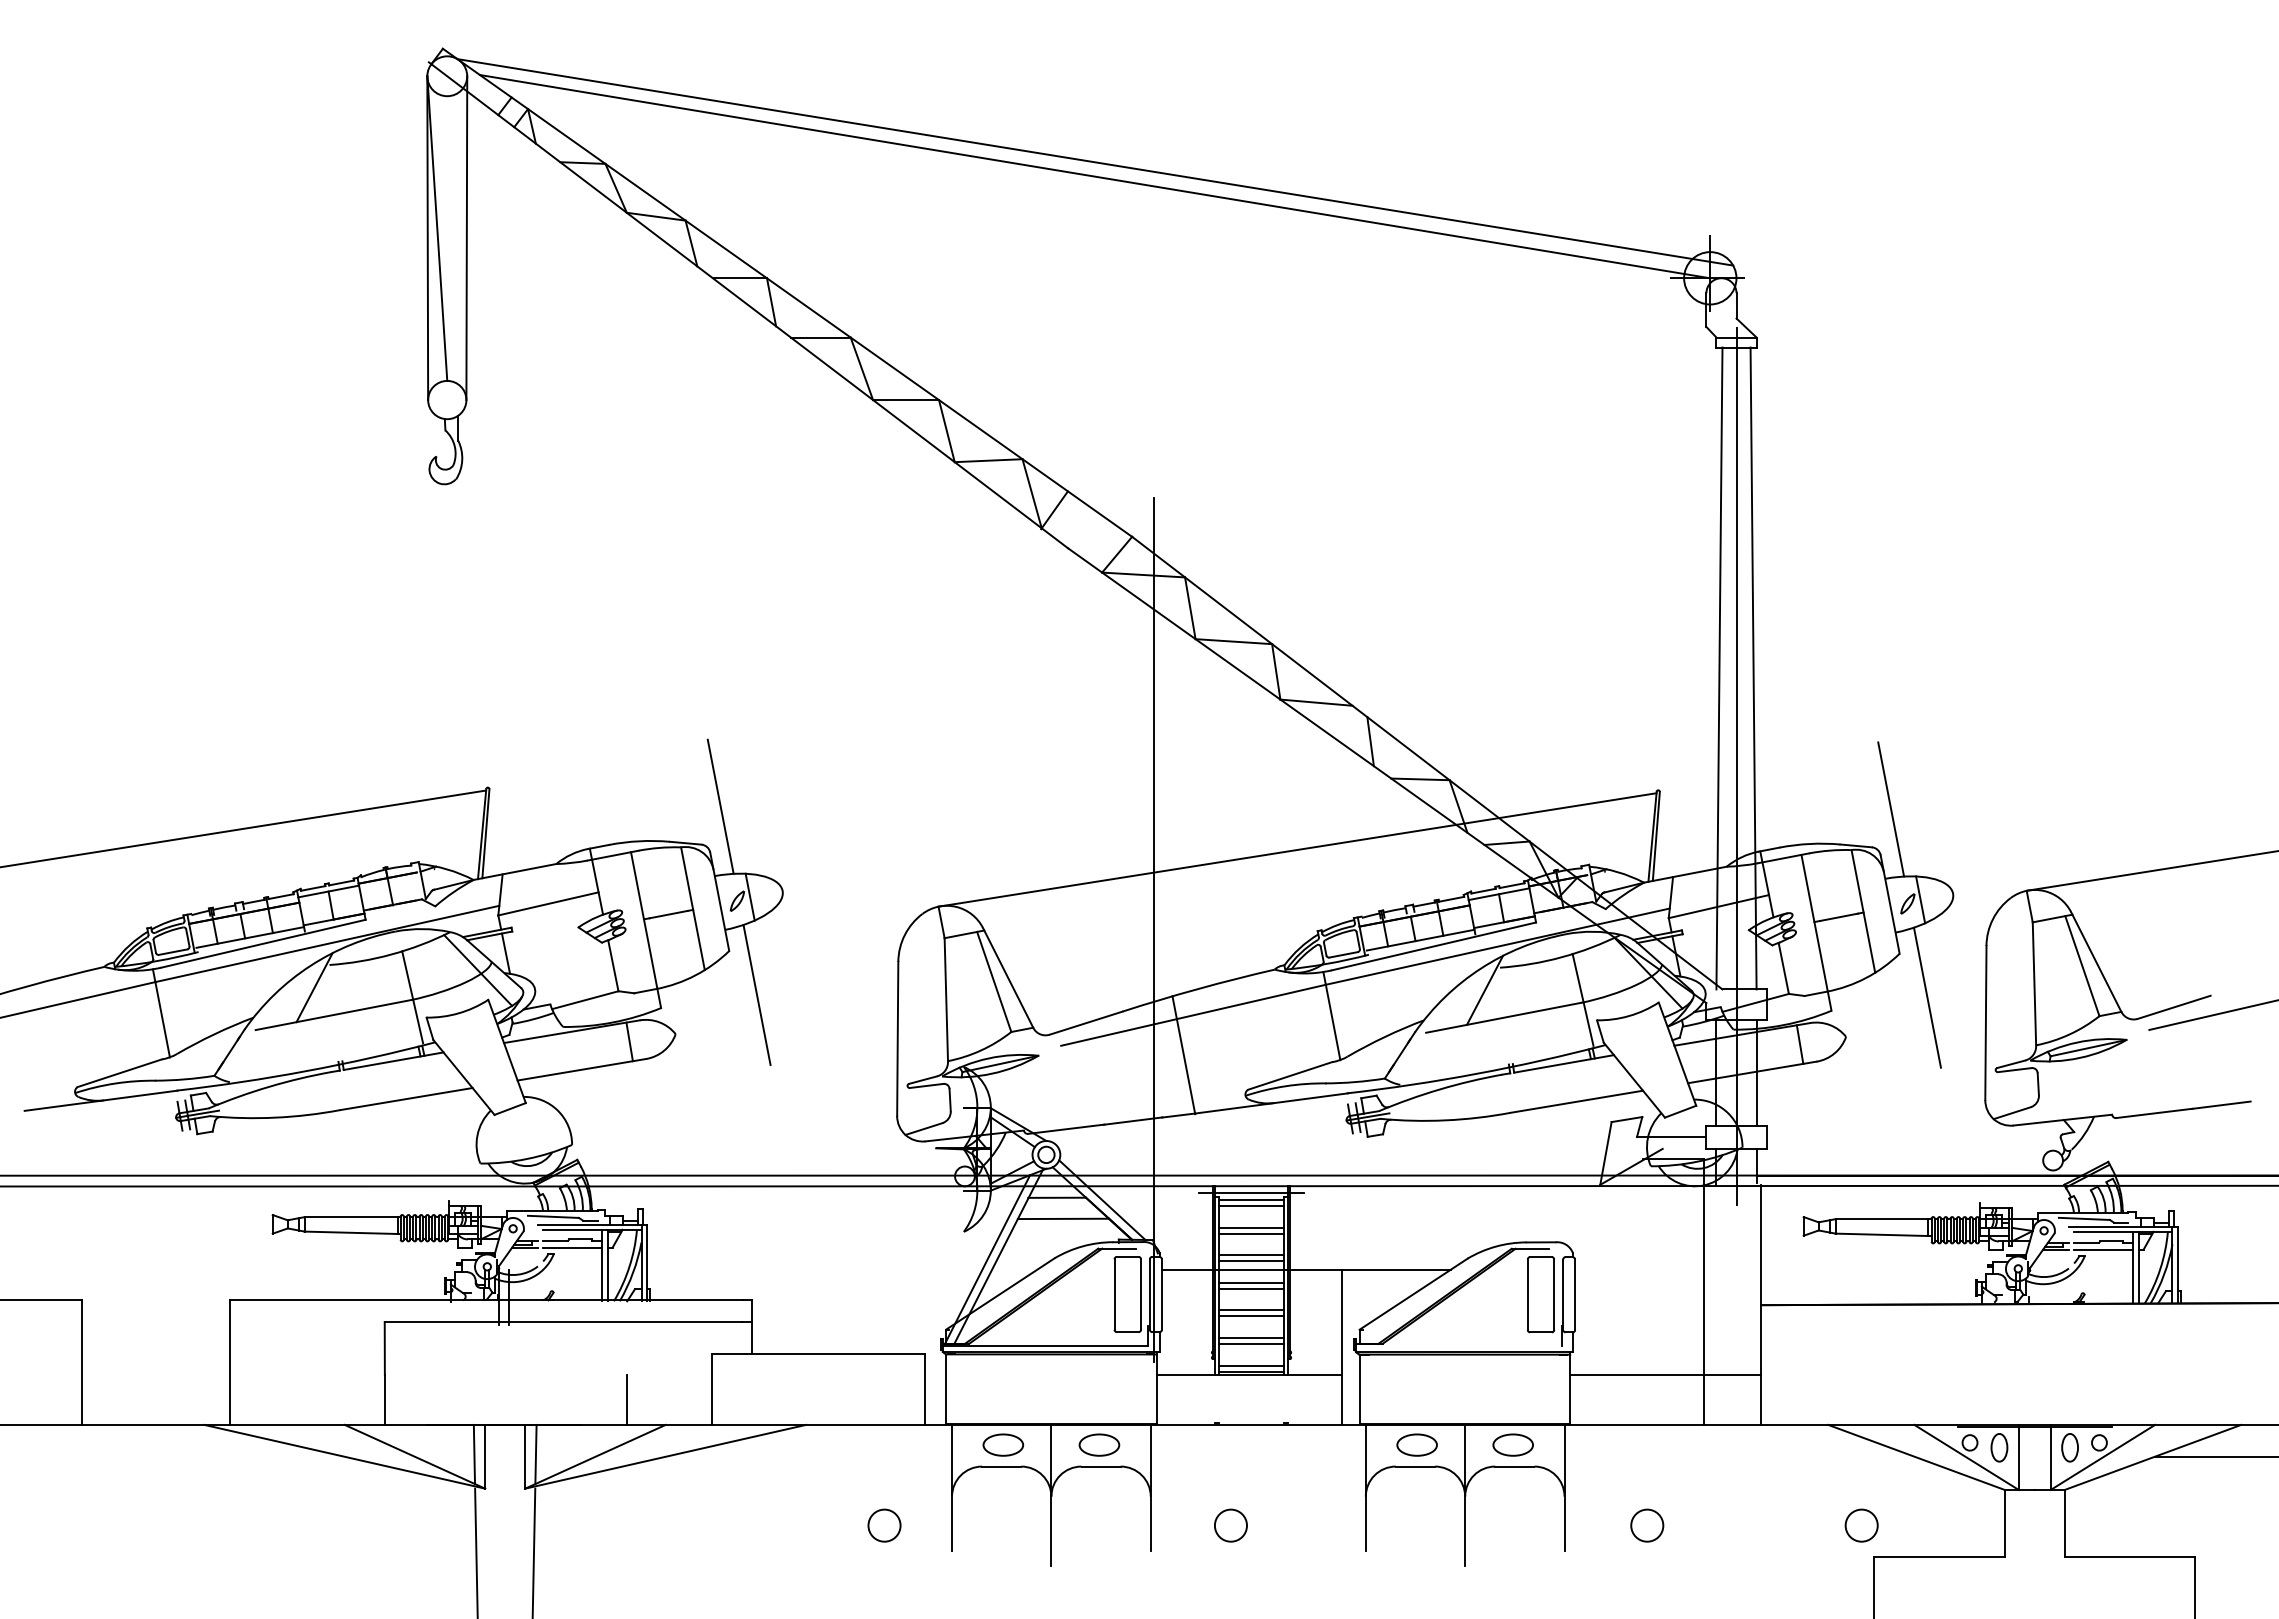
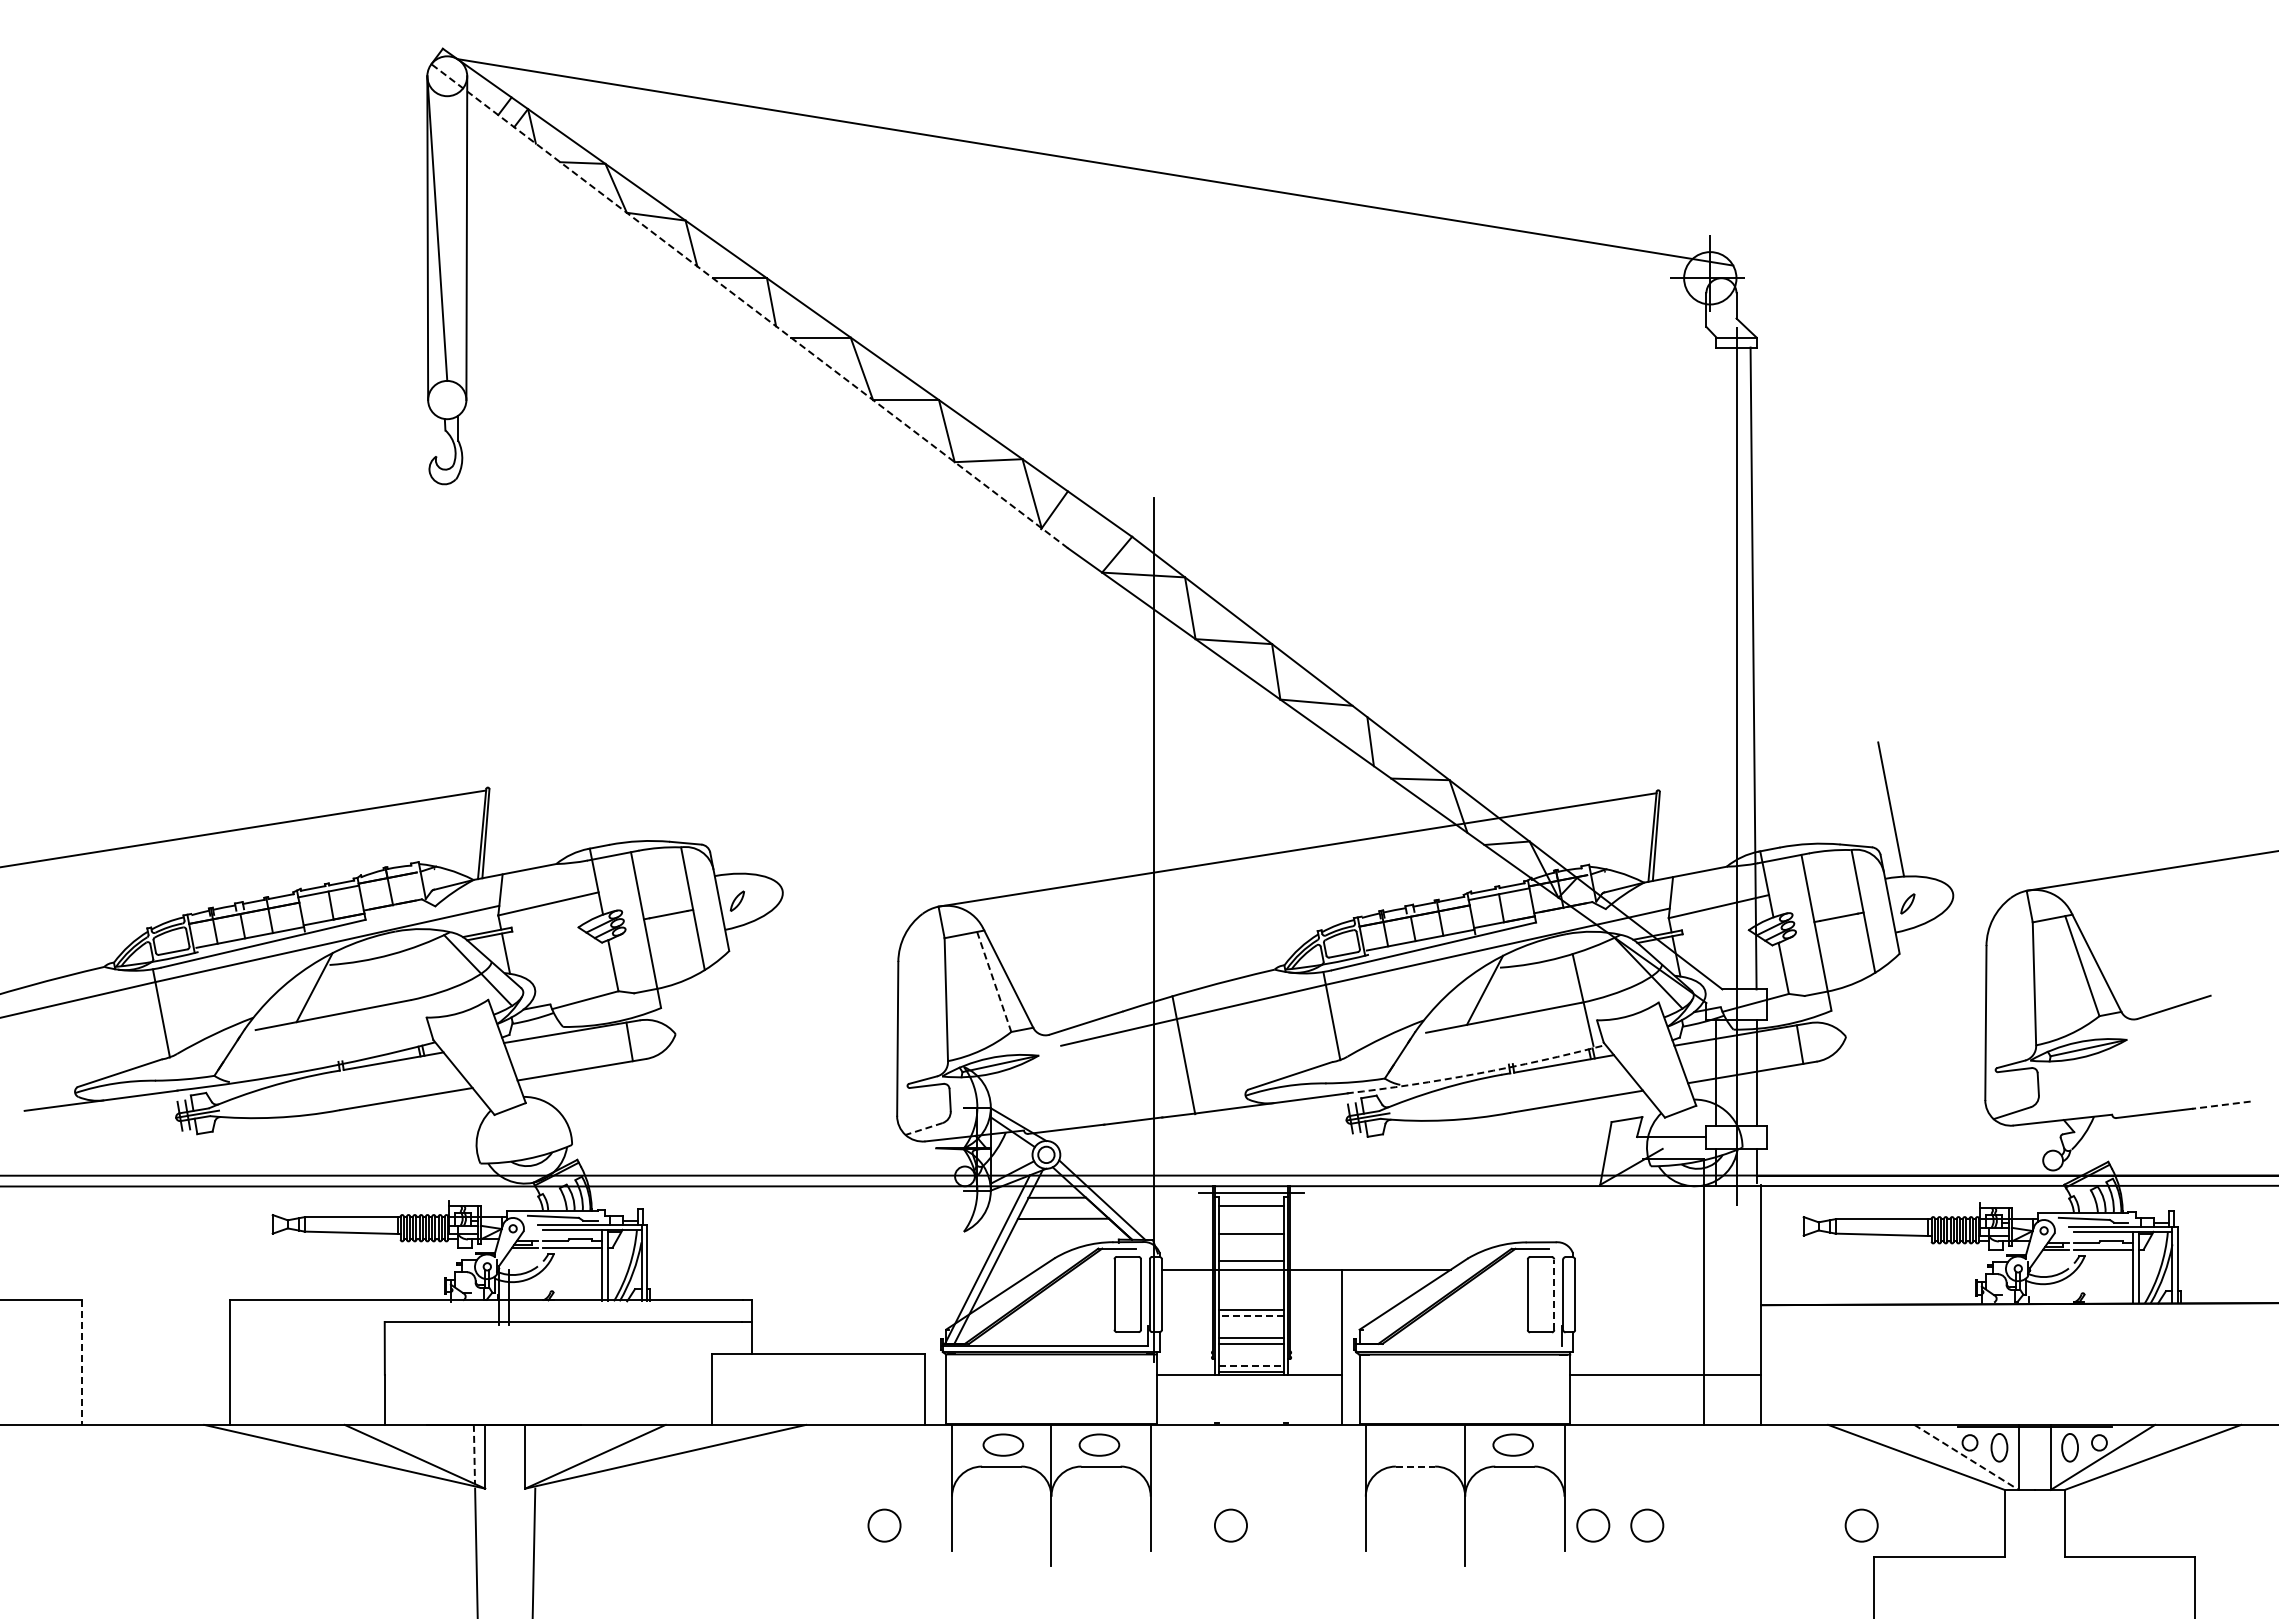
line at (1094, 176): present -> none
line at (748, 304): solid -> dashed
line at (1719, 668): present -> none
line at (720, 806): present -> none
line at (749, 896): present -> none
line at (1920, 899): present -> none
line at (994, 981): solid -> dashed
line at (756, 995): present -> none
line at (412, 997): present -> none
line at (1926, 997): present -> none
line at (2212, 1014): present -> none
arc at (1477, 1073): solid -> dashed
line at (2221, 1105): solid -> dashed
line at (923, 1129): solid -> dashed
line at (1251, 1200): present -> none
line at (1251, 1228): present -> none
line at (1251, 1255): present -> none
line at (1251, 1282): present -> none
line at (1251, 1288): present -> none
line at (1554, 1294): solid -> dashed
line at (1251, 1316): solid -> dashed
line at (82, 1363): solid -> dashed
line at (1251, 1365): solid -> dashed
line at (626, 1399): present -> none
part at (1416, 1444): present -> none
line at (474, 1454): solid -> dashed
line at (535, 1454): present -> none
line at (2215, 1456): present -> none
line at (1966, 1457): solid -> dashed
line at (1415, 1466): solid -> dashed
circle at (1593, 1525): none -> present
